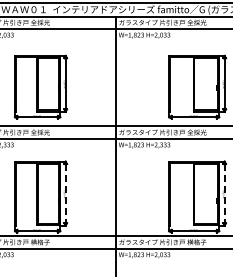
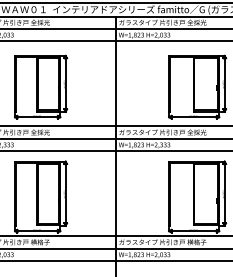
line at (115, 41): none -> present
line at (115, 151): none -> present
line at (65, 193): dashed -> solid
line at (224, 193): dashed -> solid
line at (115, 260): none -> present
